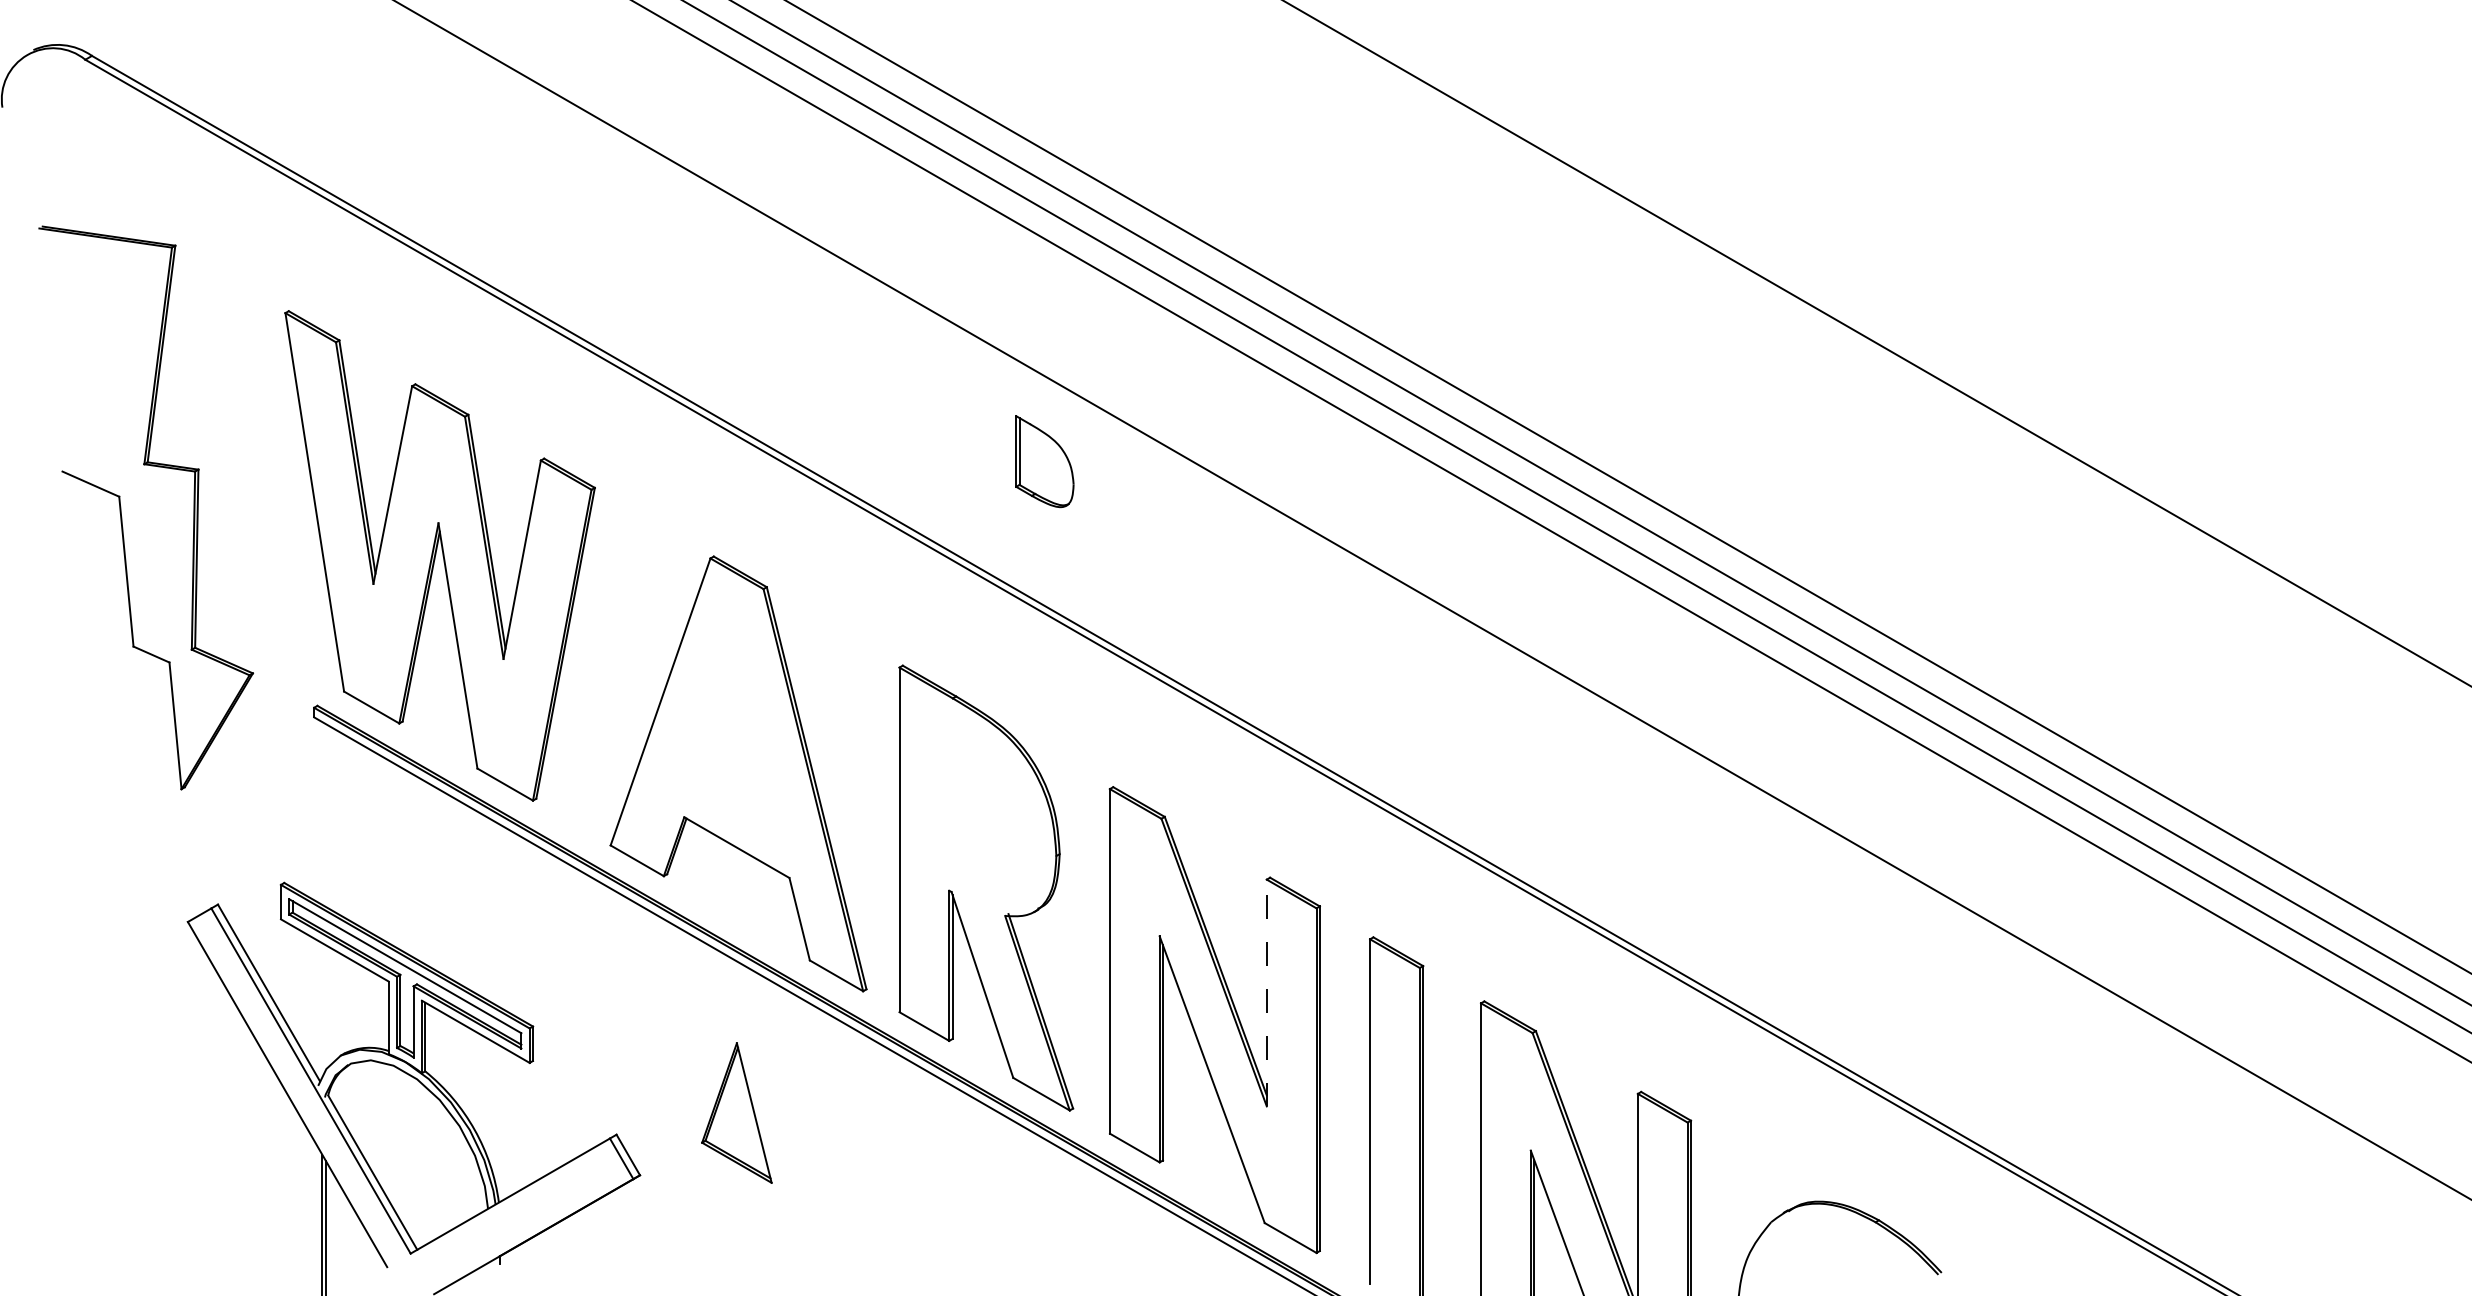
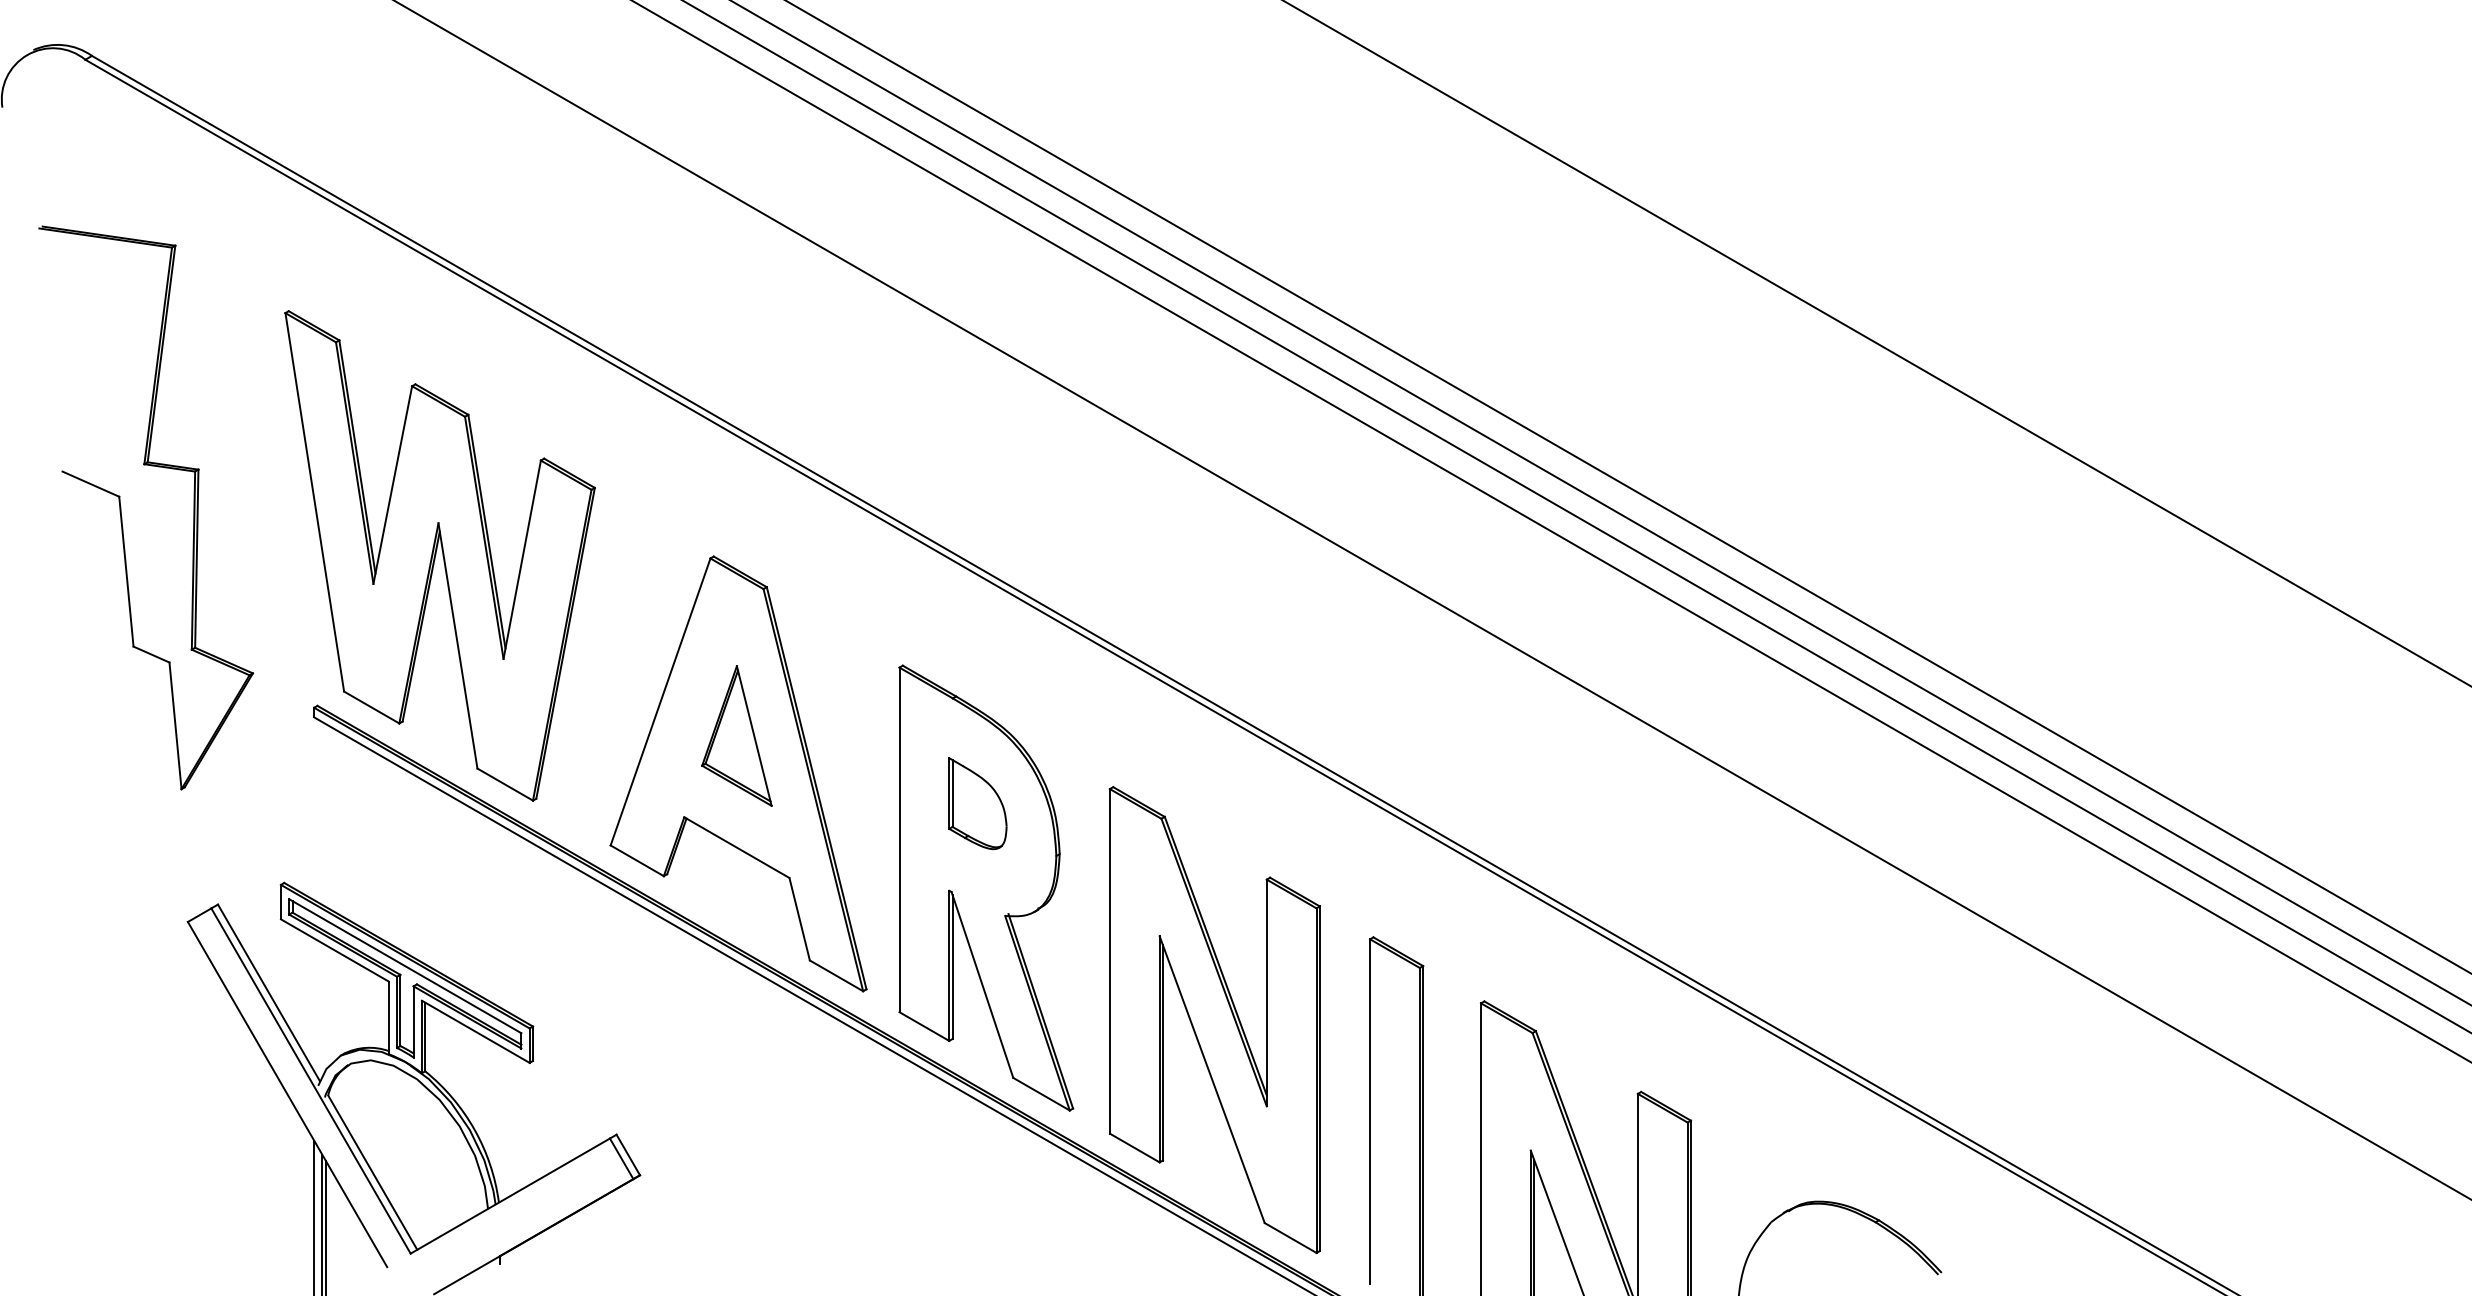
part at (1044, 461) position: (1044, 461) -> (977, 803)
line at (1266, 992): dashed -> solid
part at (736, 1112) position: (736, 1112) -> (736, 735)
line at (314, 1216): none -> present
